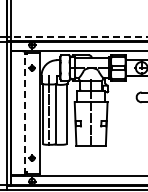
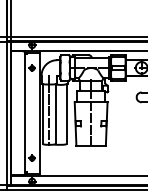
line at (76, 36): dashed -> solid
line at (24, 112): dashed -> solid
